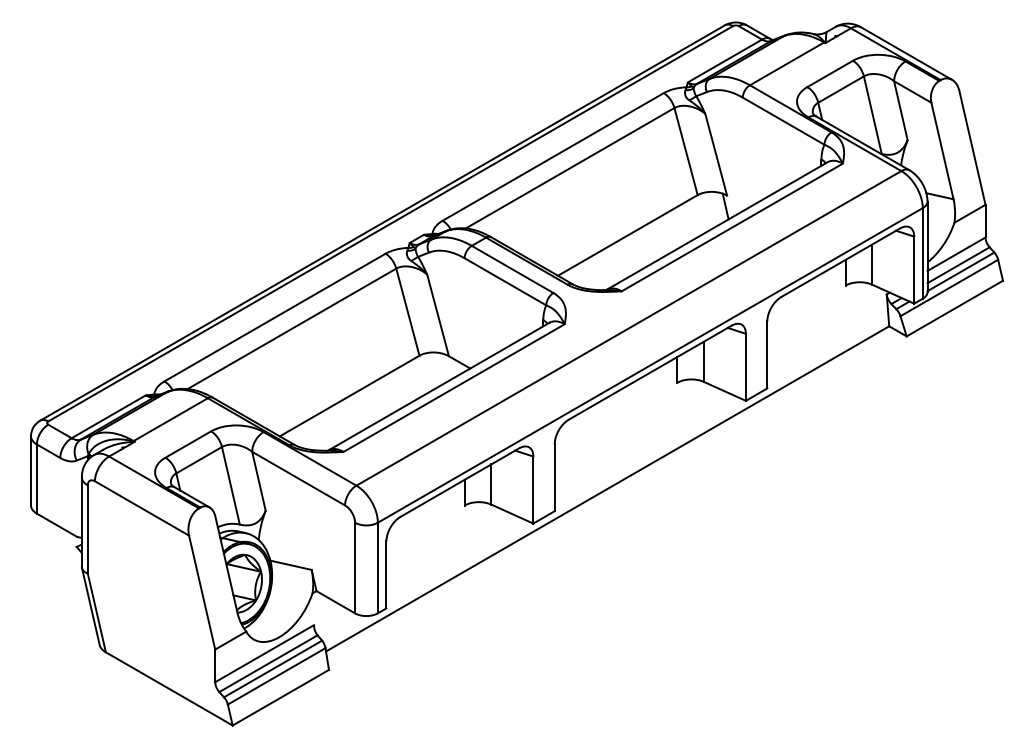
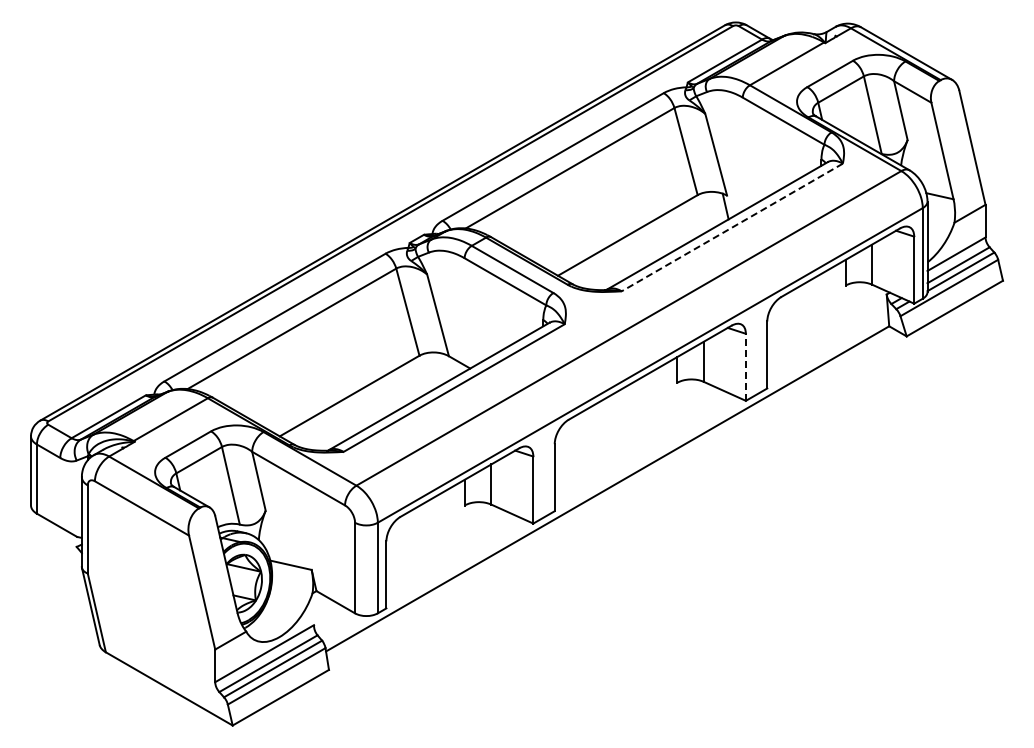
line at (732, 227): solid -> dashed
line at (745, 367): solid -> dashed
